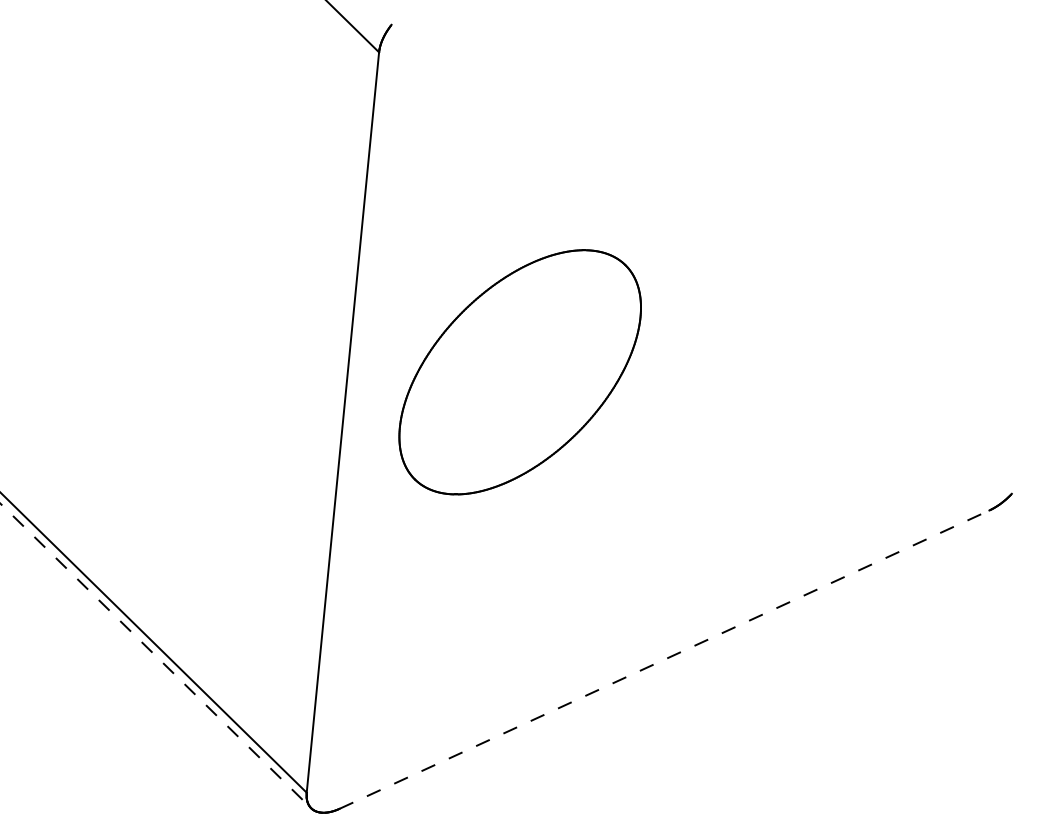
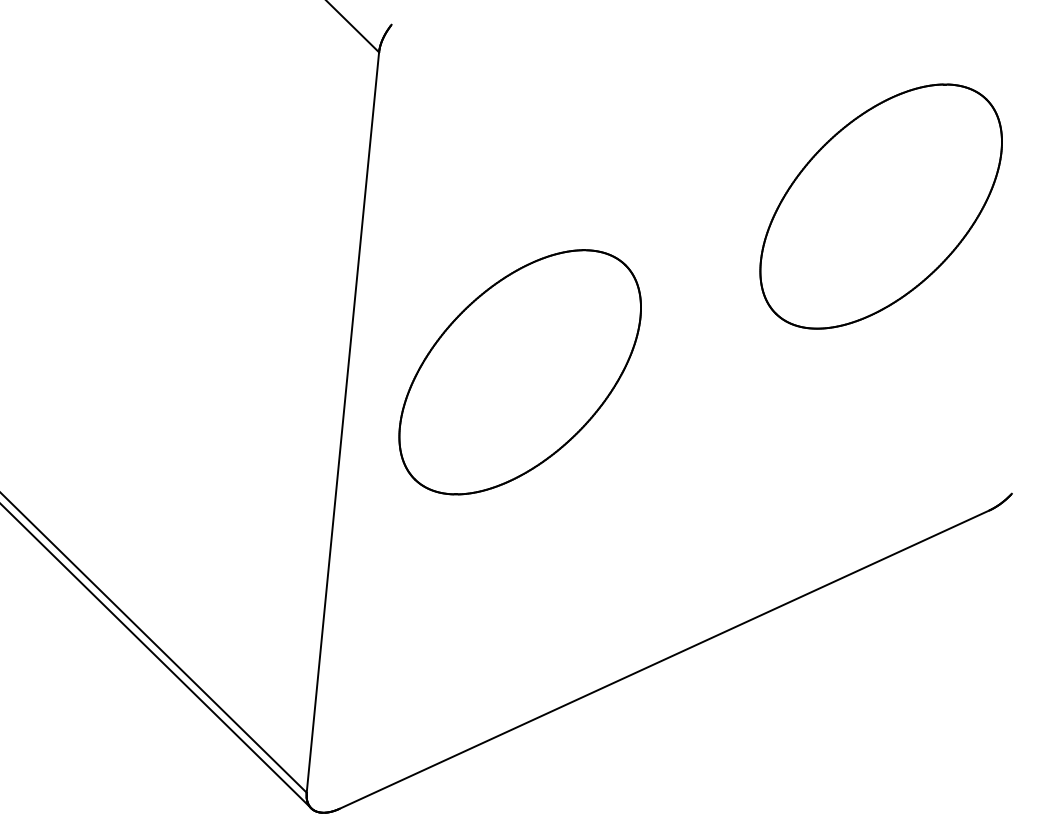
part at (880, 206): none -> present
line at (155, 655): dashed -> solid
line at (664, 659): dashed -> solid
